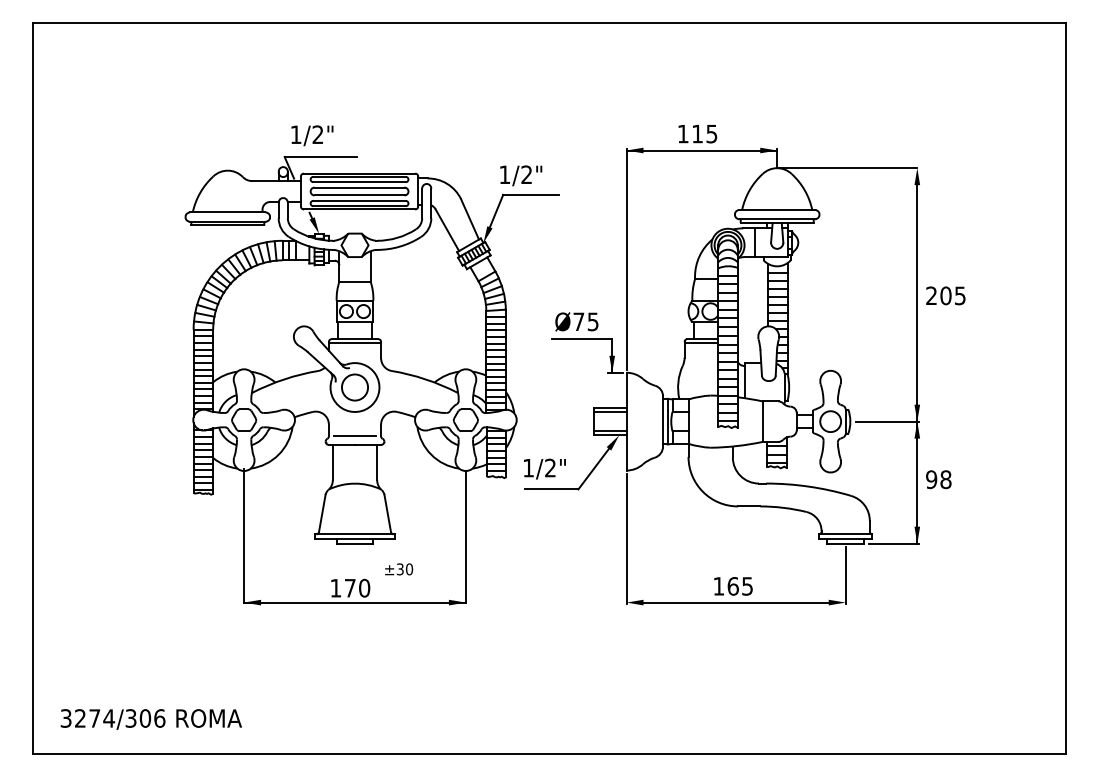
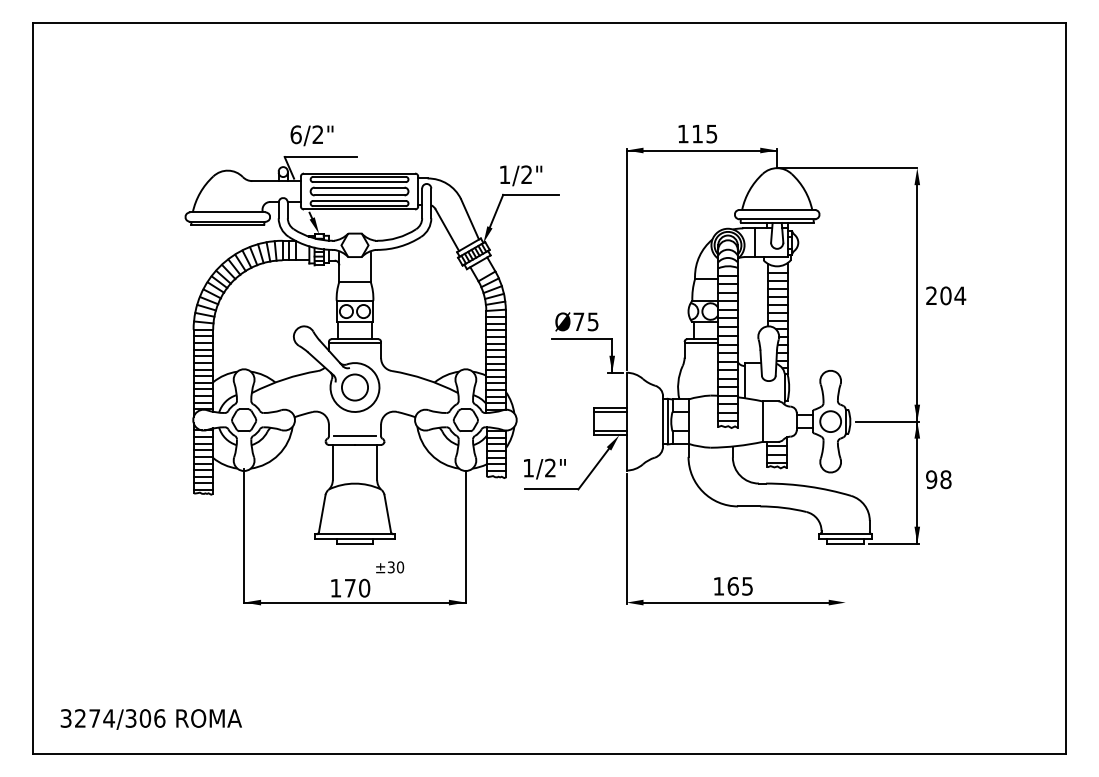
text at (295, 134): 1/2" -> 6/2"
text at (960, 295): 205 -> 204
text at (399, 569) position: (399, 569) -> (390, 567)
line at (845, 574): present -> none
